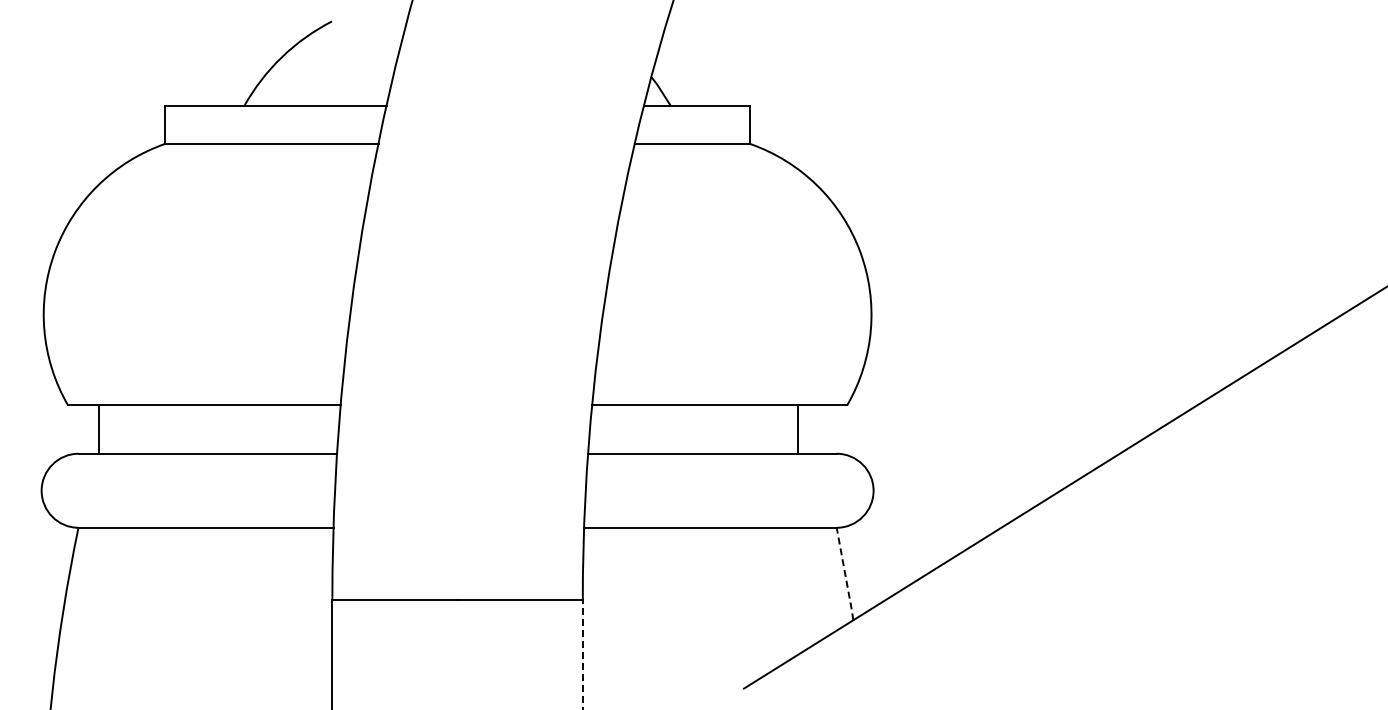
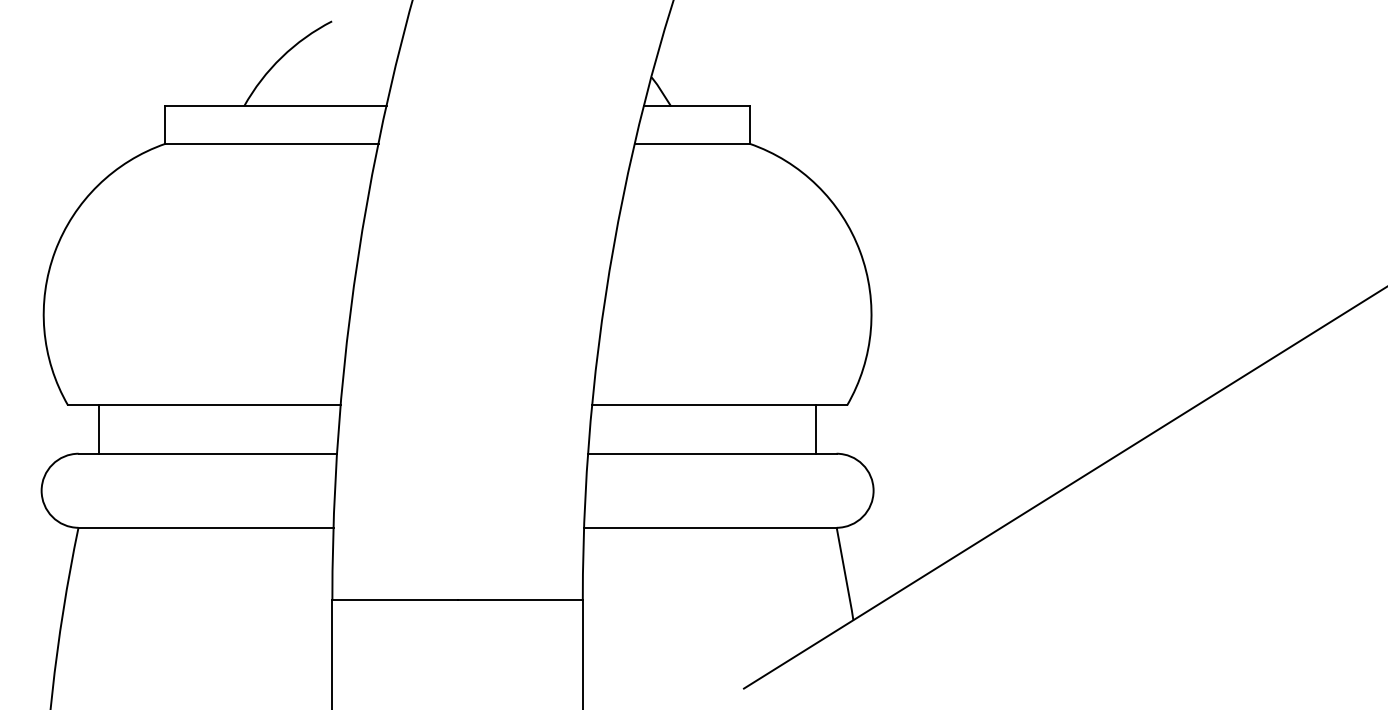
line at (797, 429) position: (797, 429) -> (815, 429)
line at (845, 574): dashed -> solid
line at (582, 654): dashed -> solid
